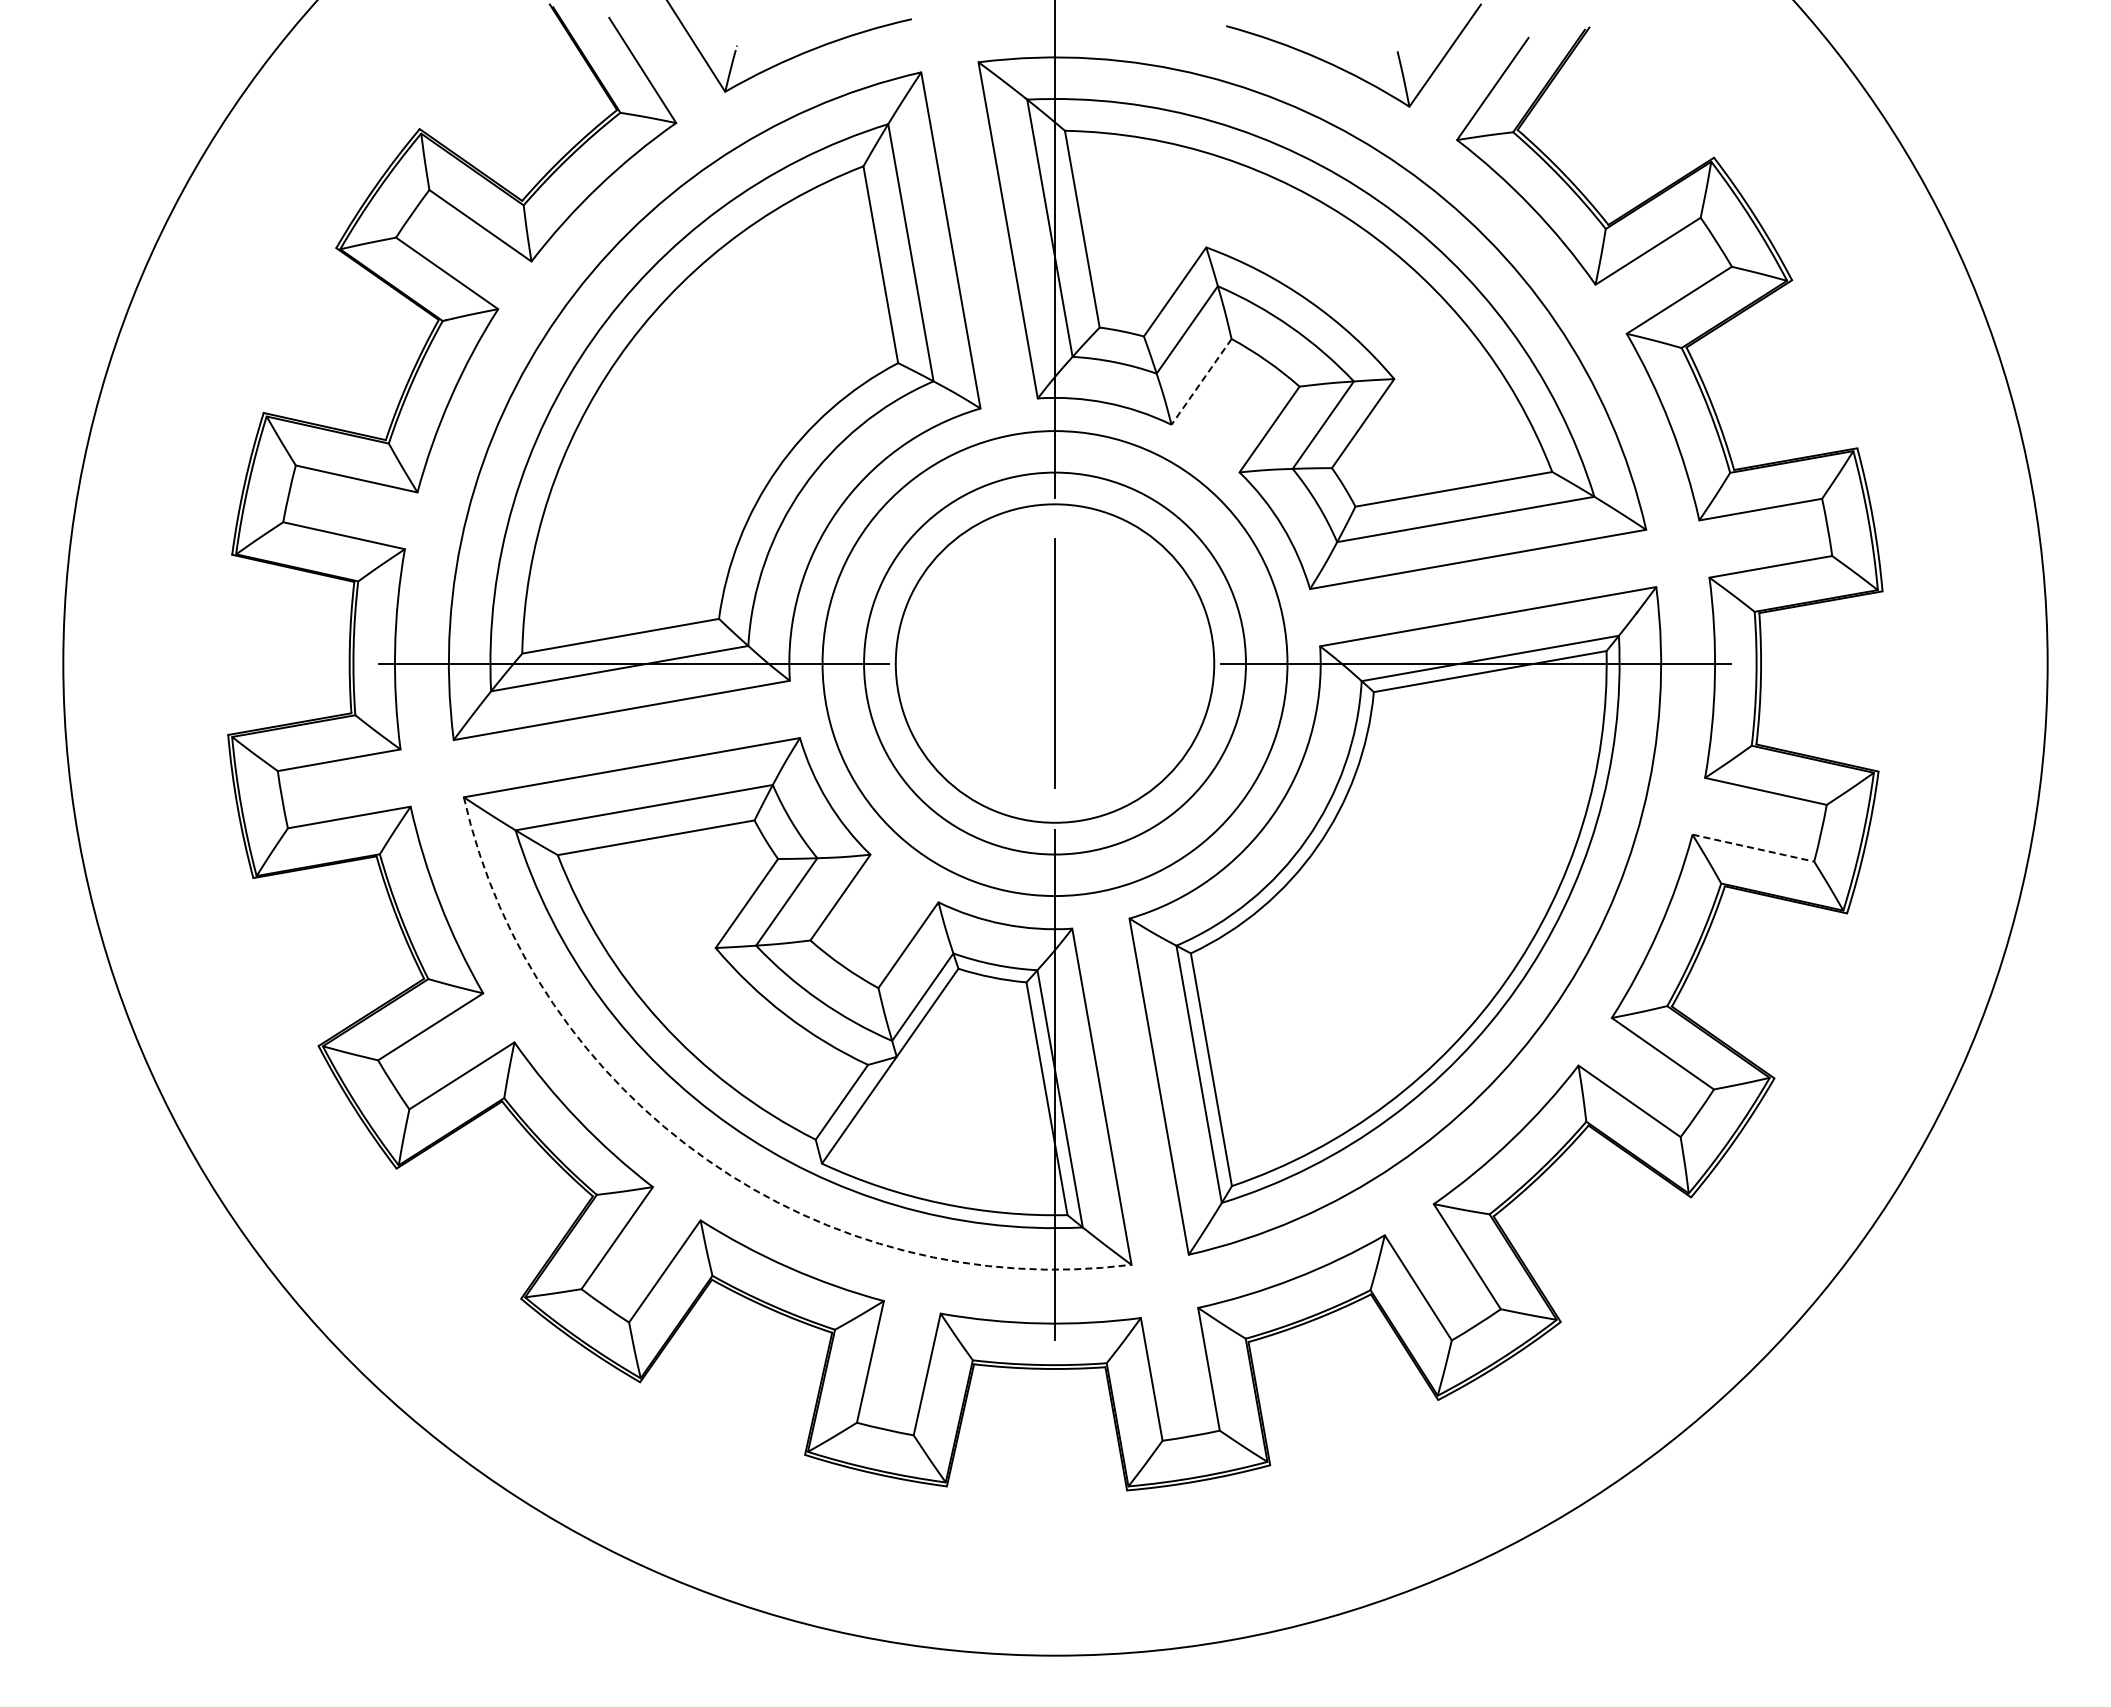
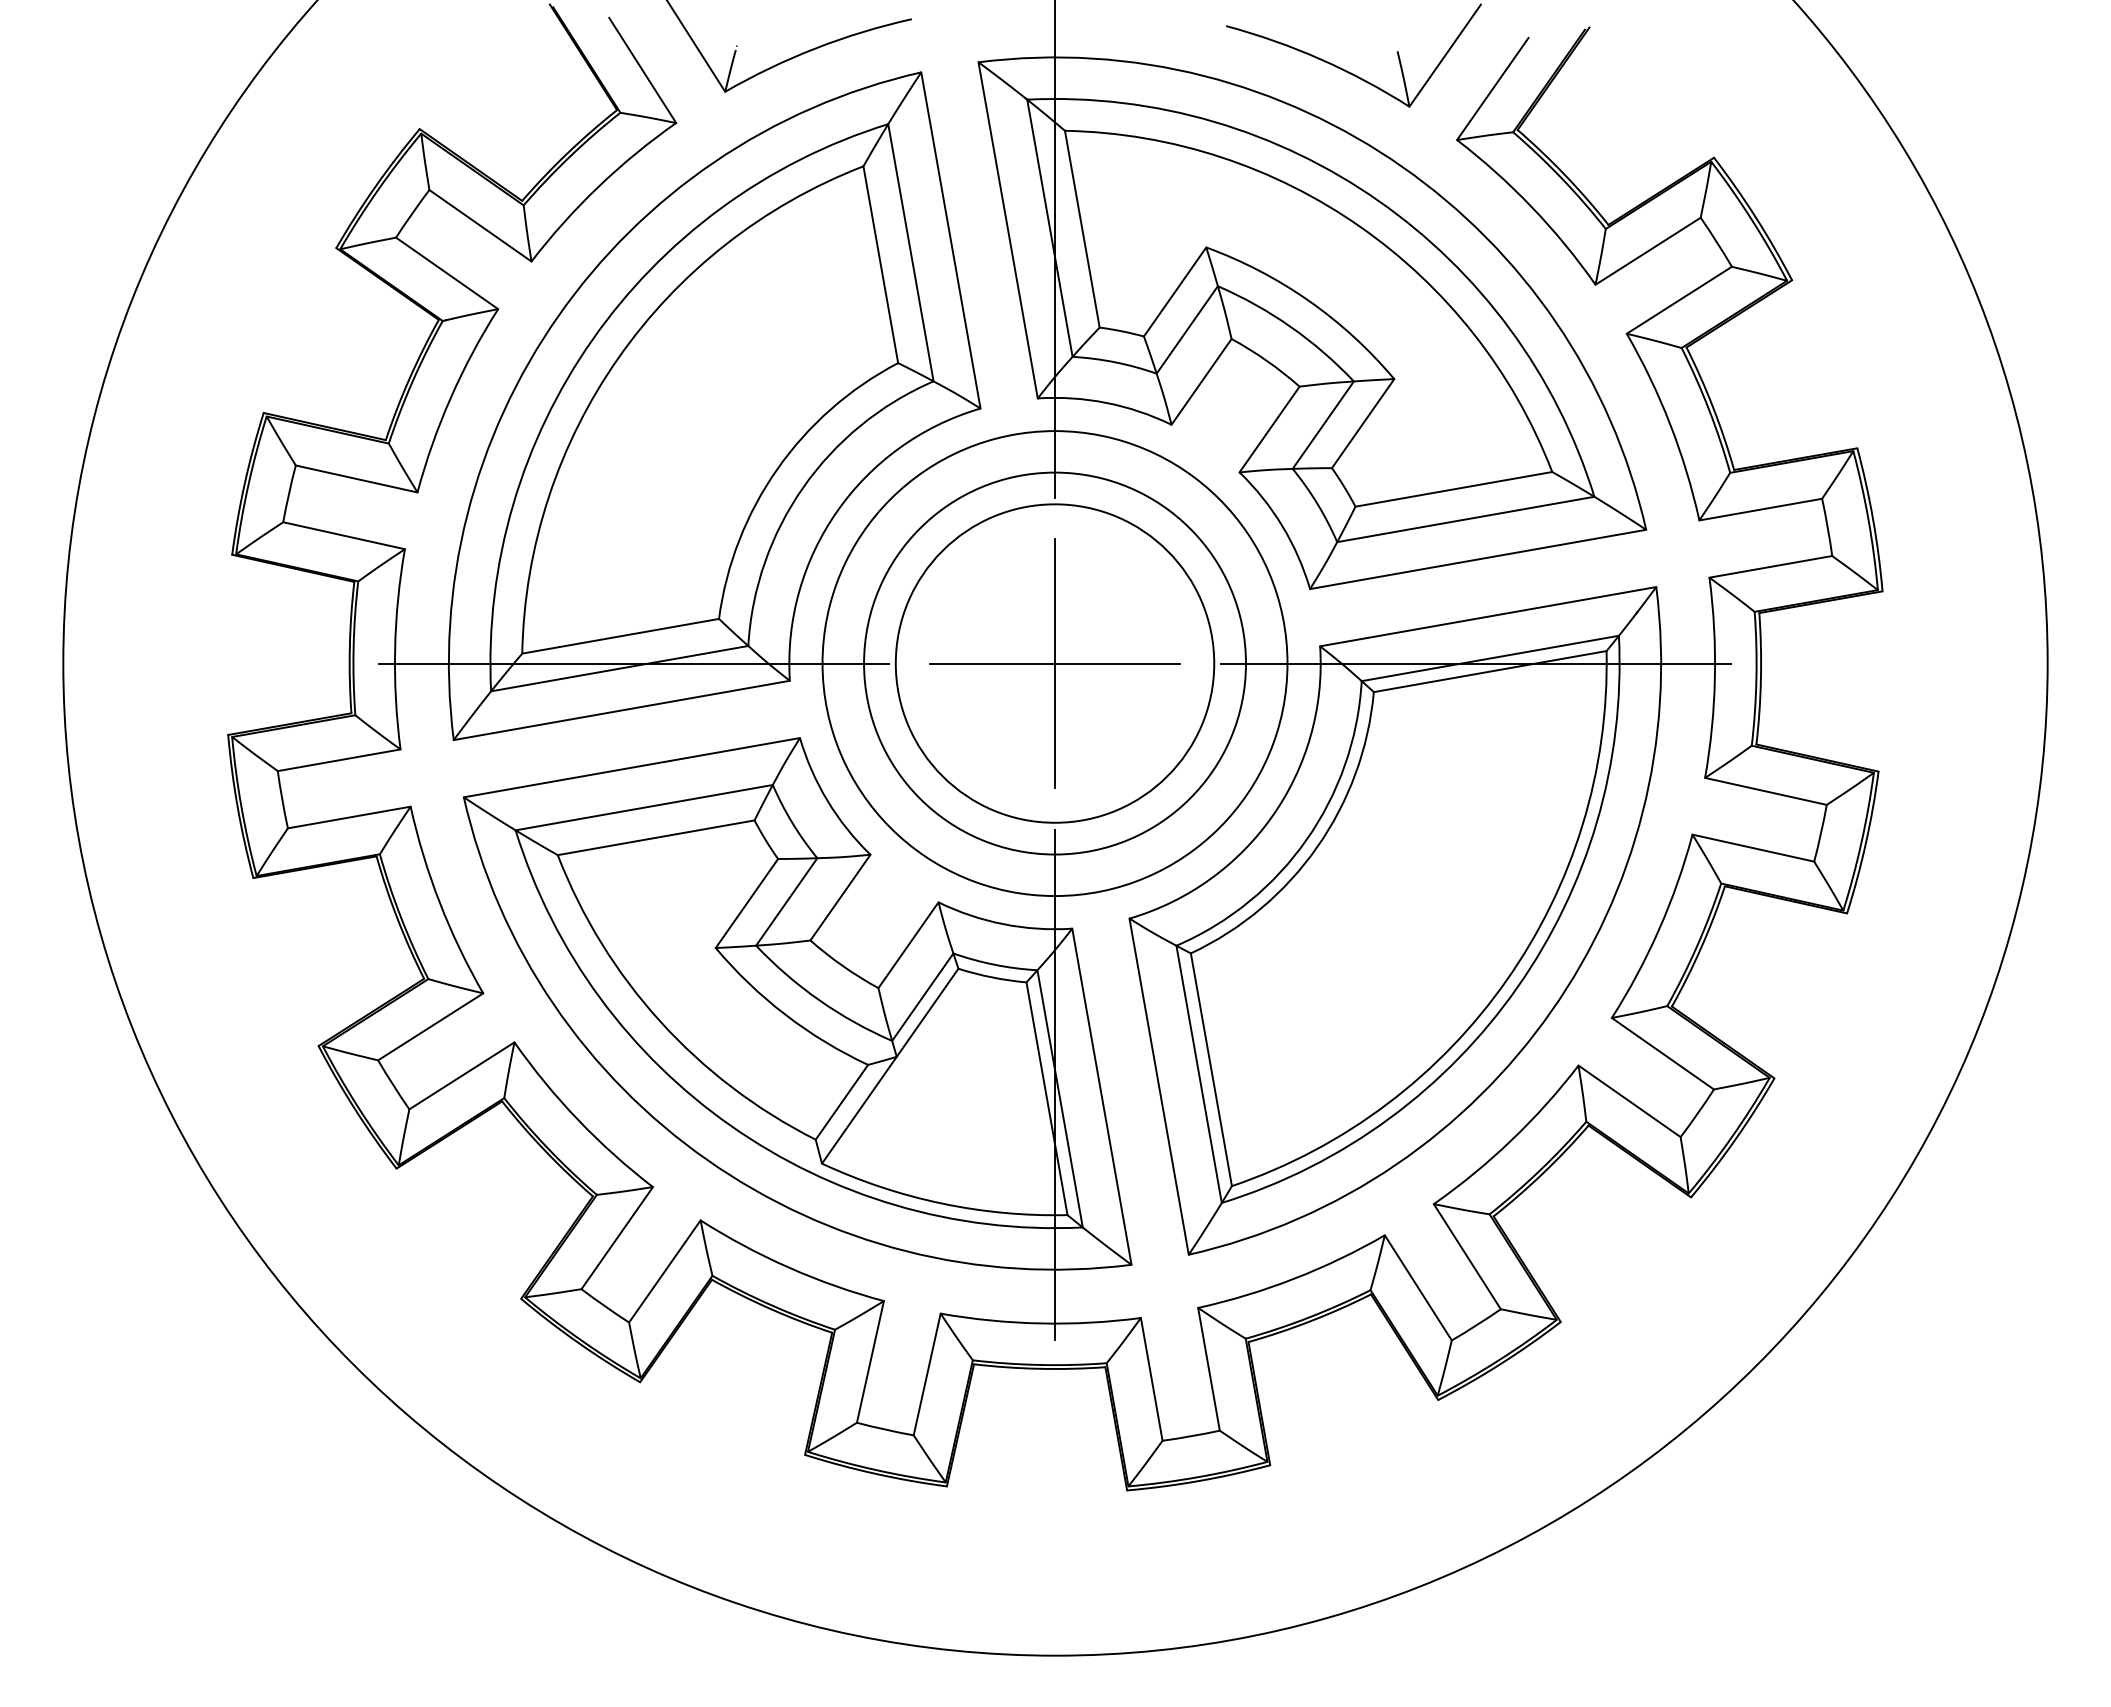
line at (1201, 382): dashed -> solid
line at (1054, 663): none -> present
line at (1753, 848): dashed -> solid
arc at (707, 1160): dashed -> solid
